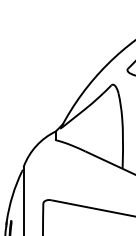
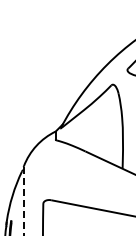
line at (23, 201): solid -> dashed
